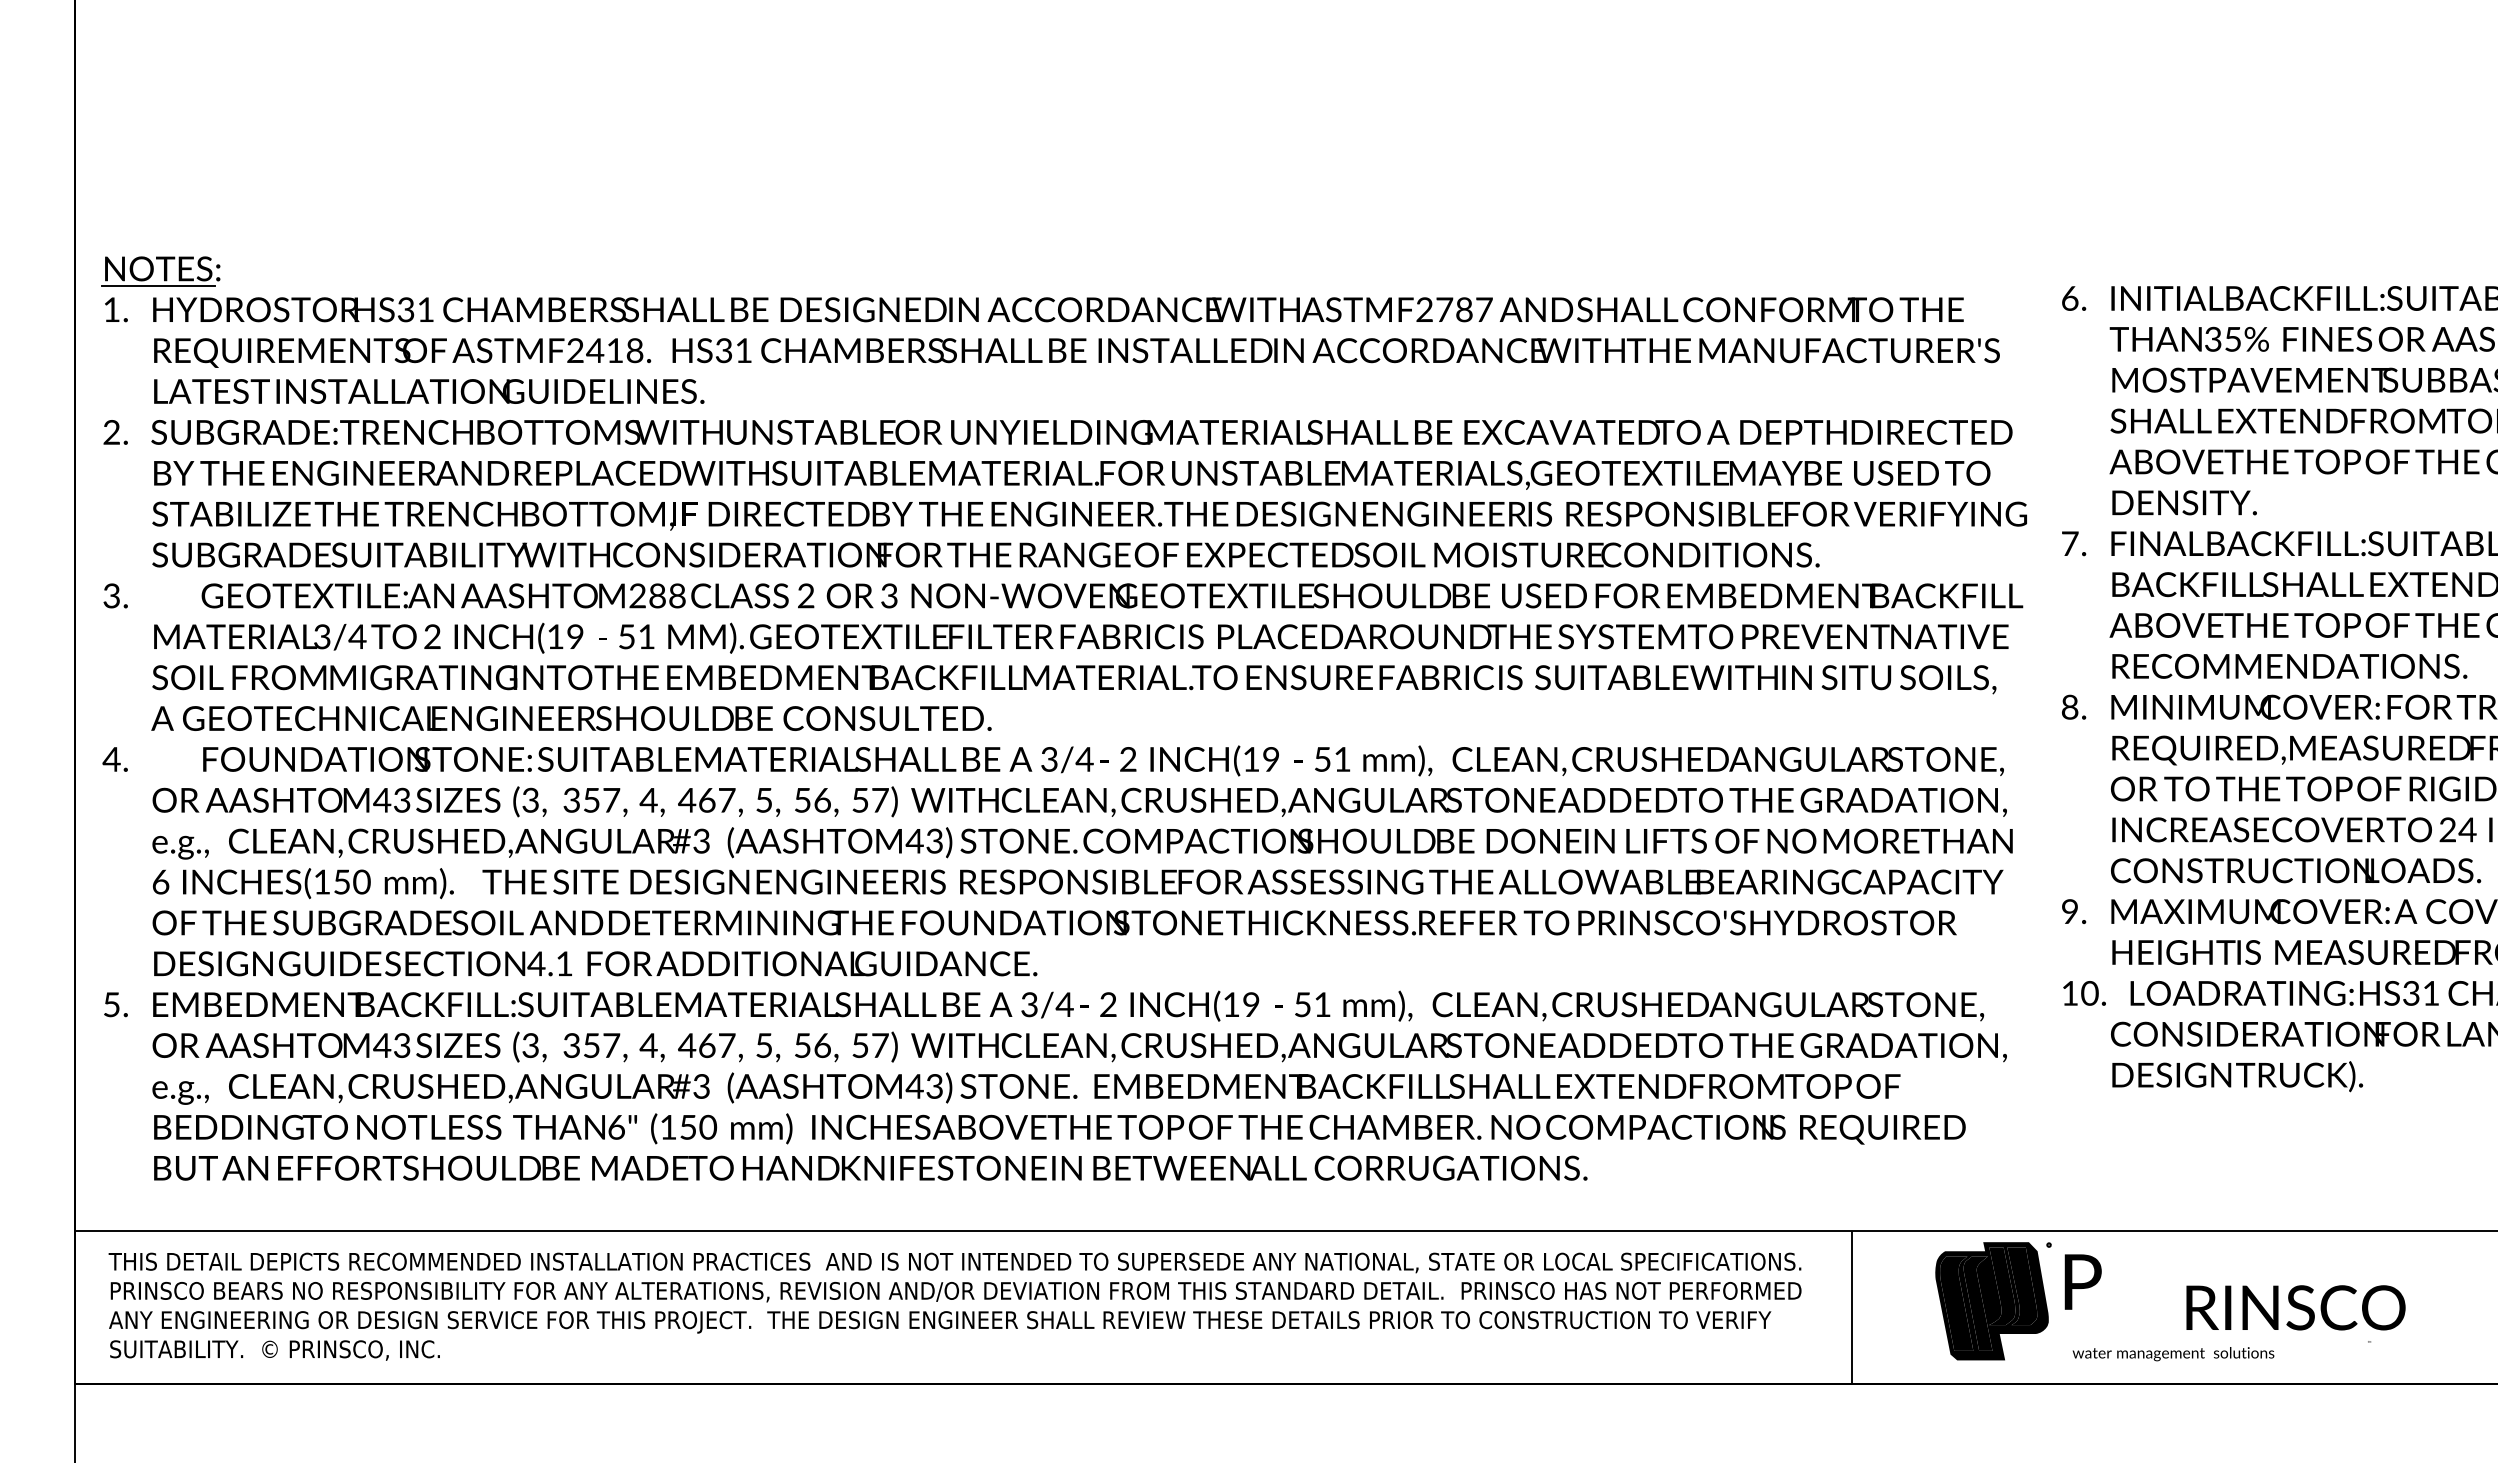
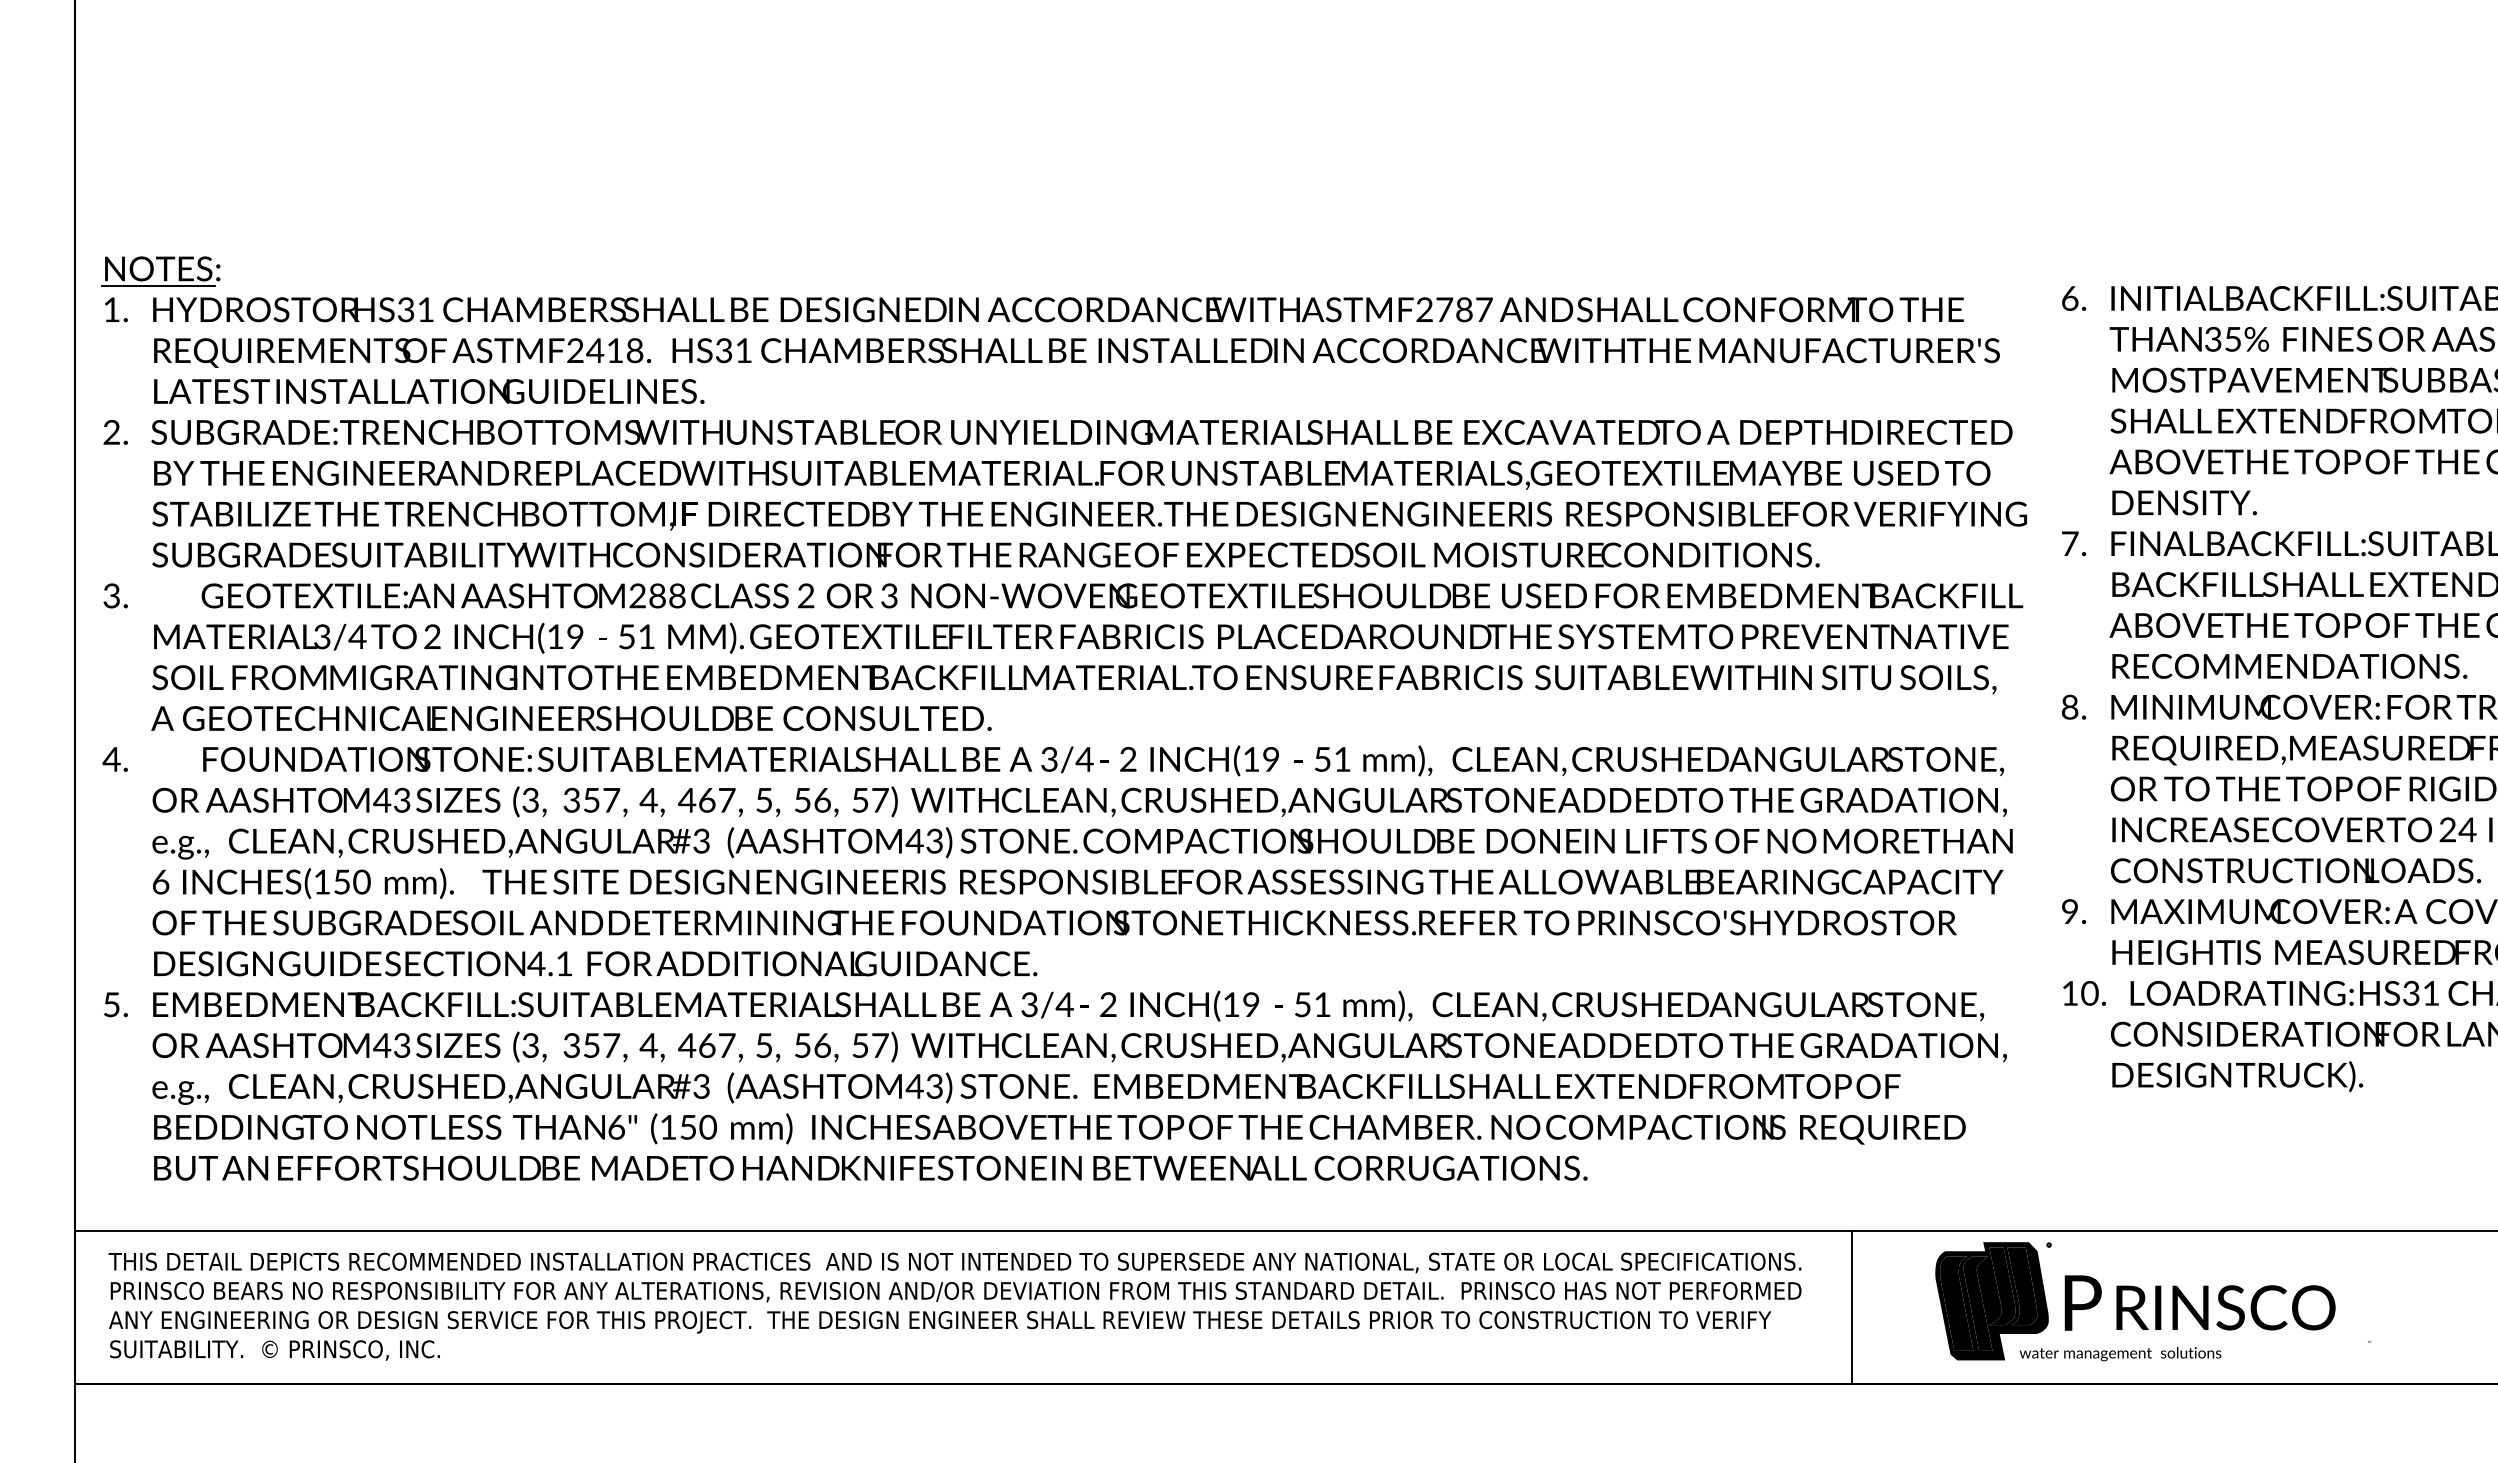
text at (2082, 1281) position: (2082, 1281) -> (2082, 1302)
text at (2295, 1307) position: (2295, 1307) -> (2225, 1307)
text at (2173, 1354) position: (2173, 1354) -> (2120, 1354)
